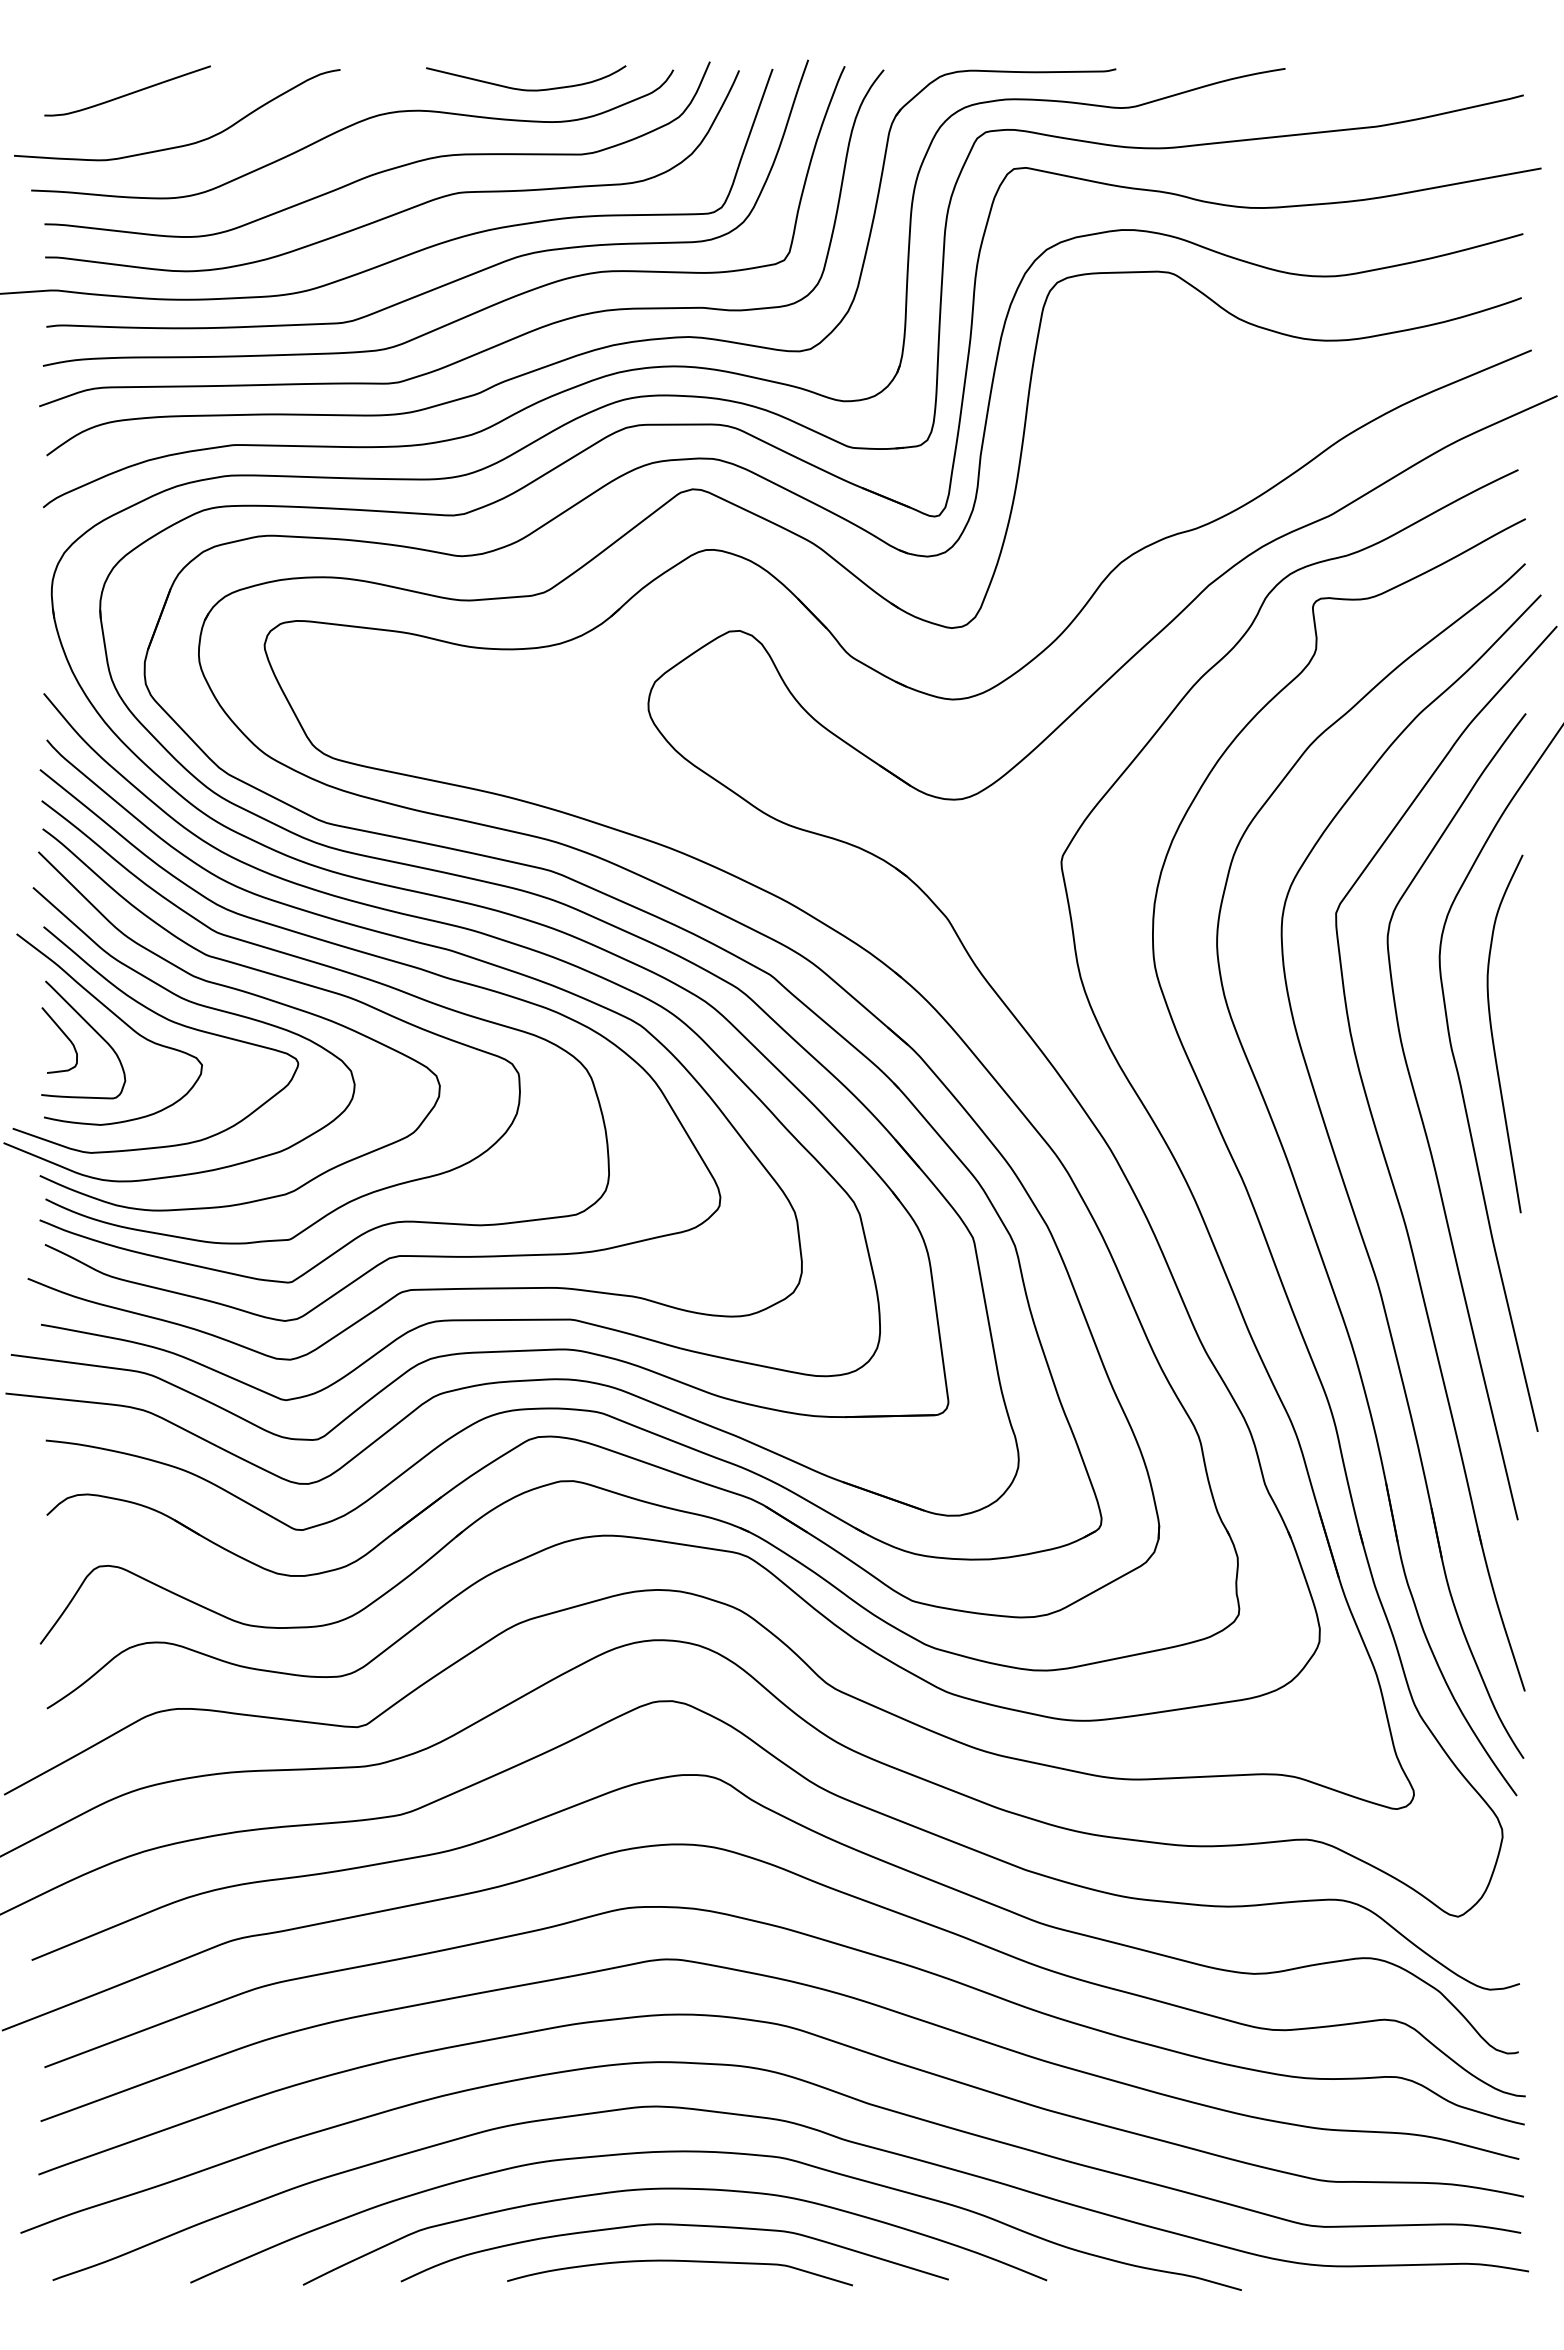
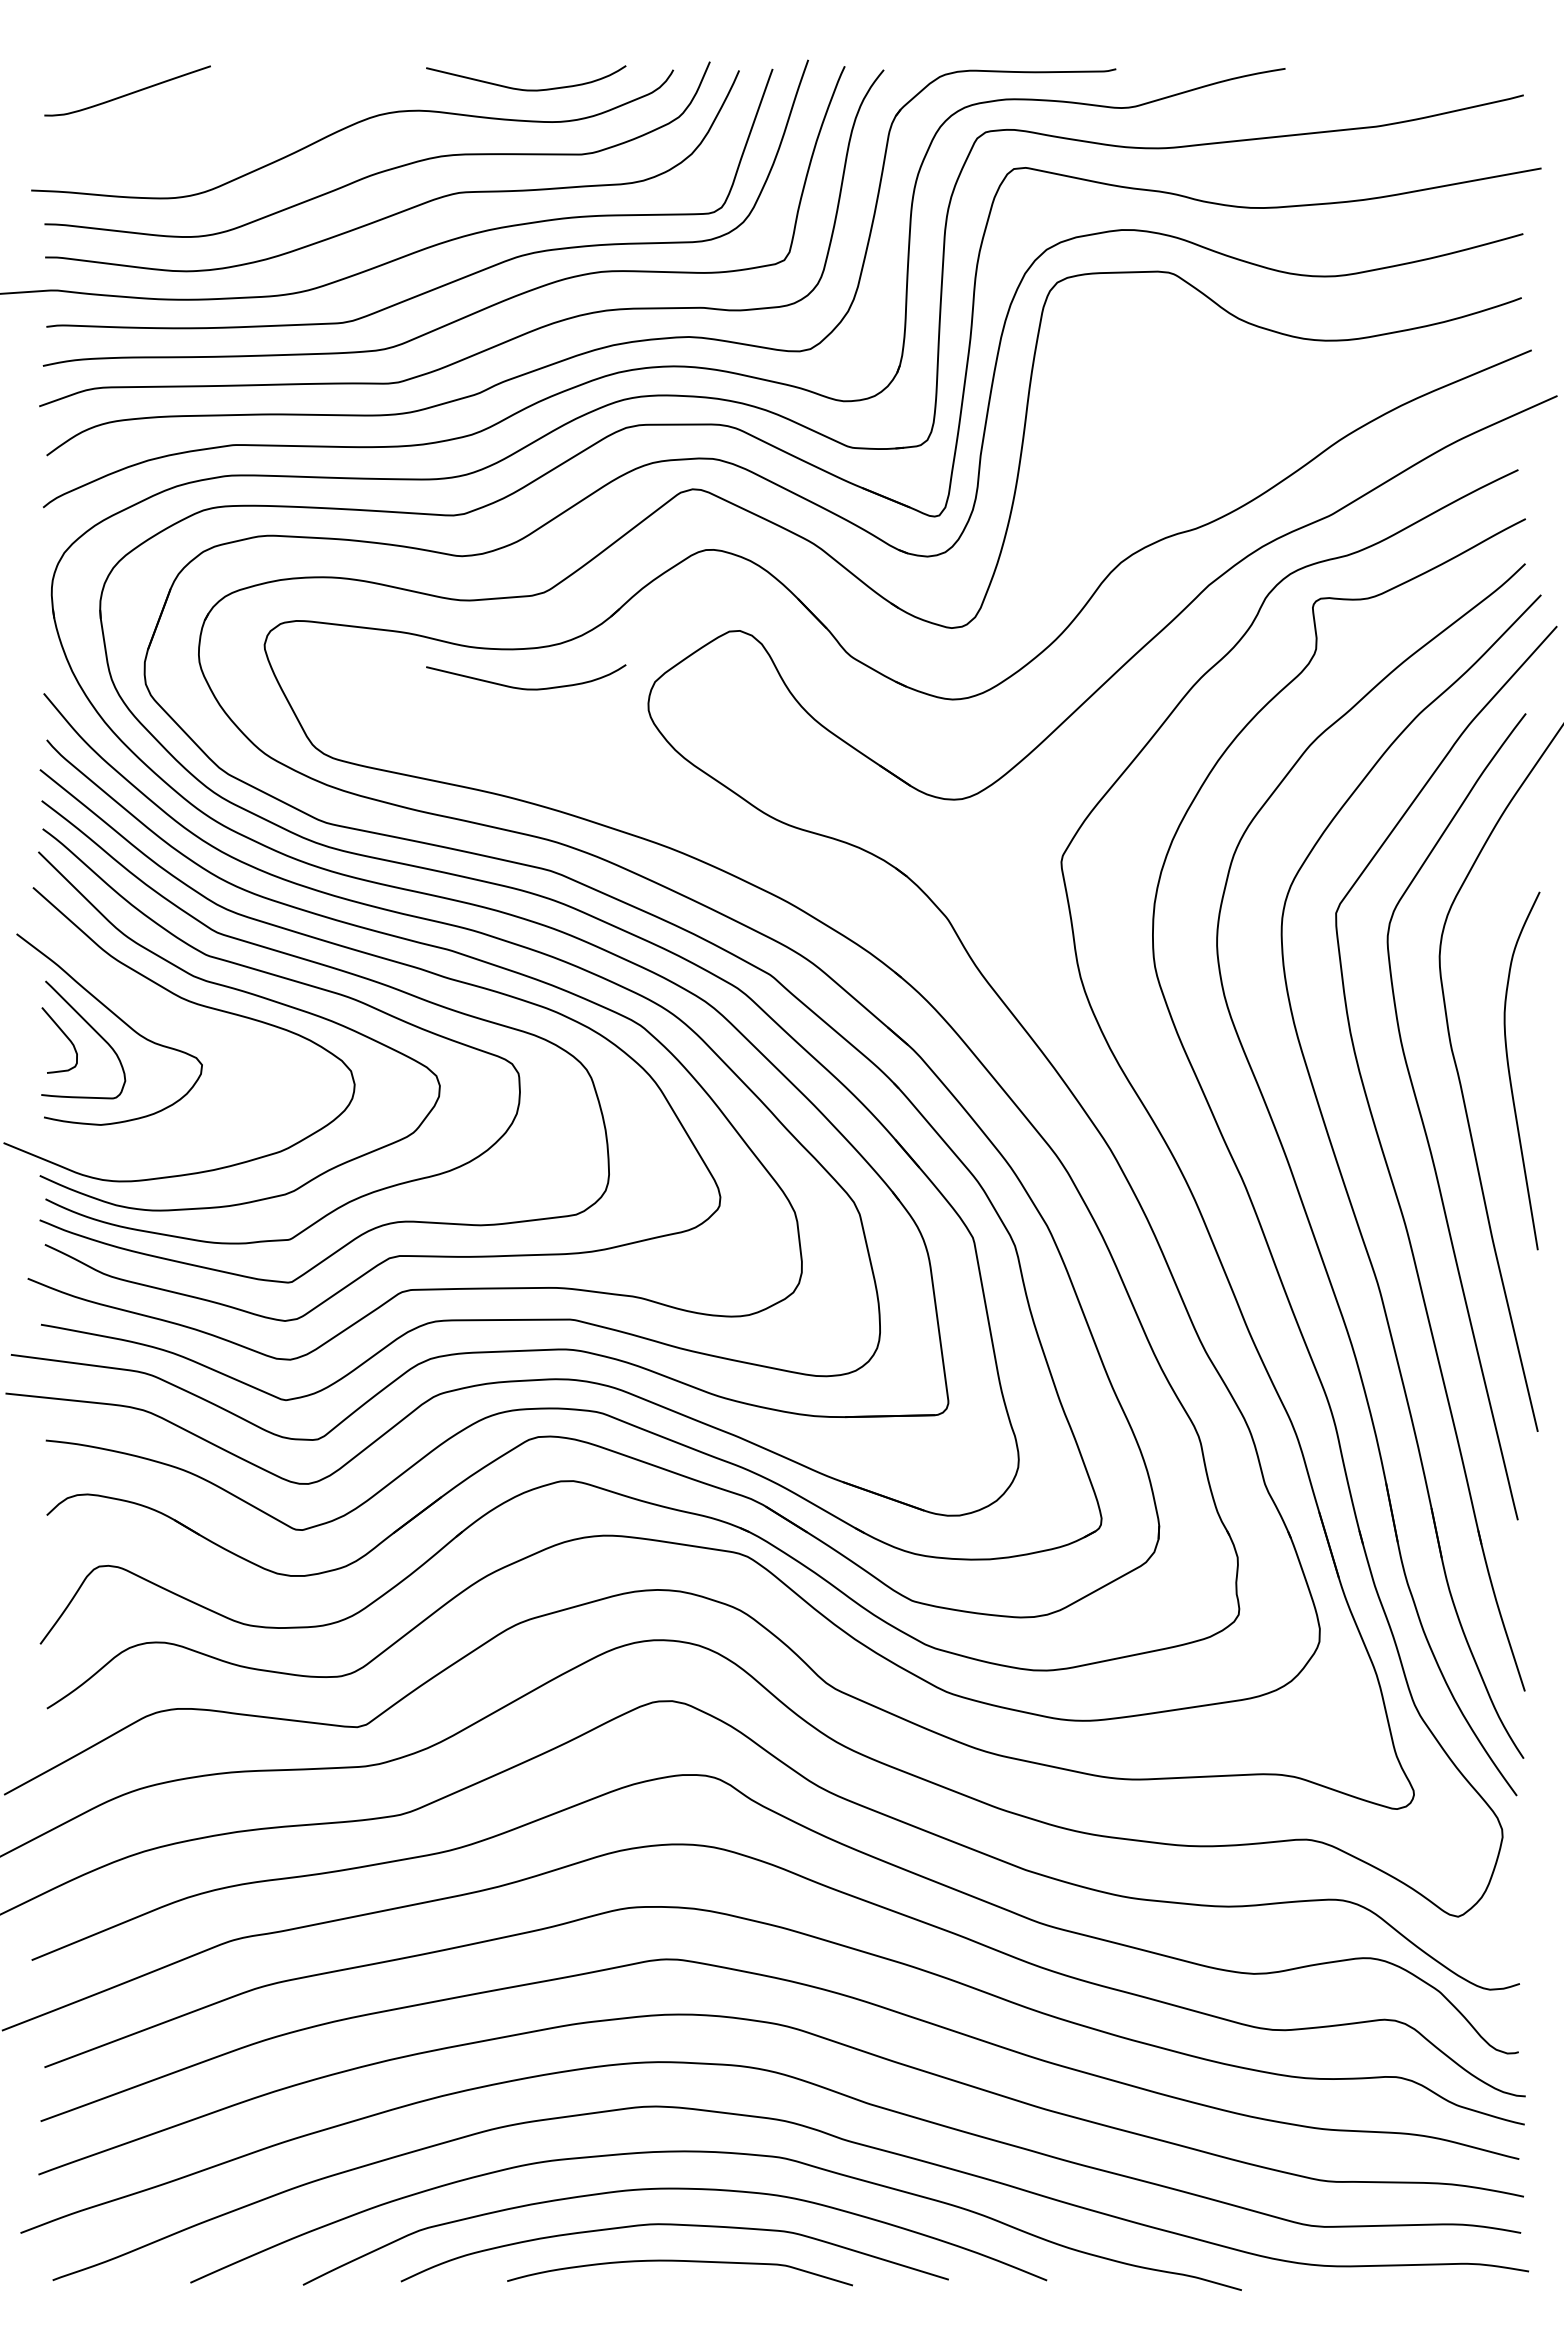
curve at (184, 144): present -> none
curve at (526, 688): none -> present
curve at (165, 1019): present -> none
curve at (1493, 1035) position: (1493, 1035) -> (1510, 1072)
